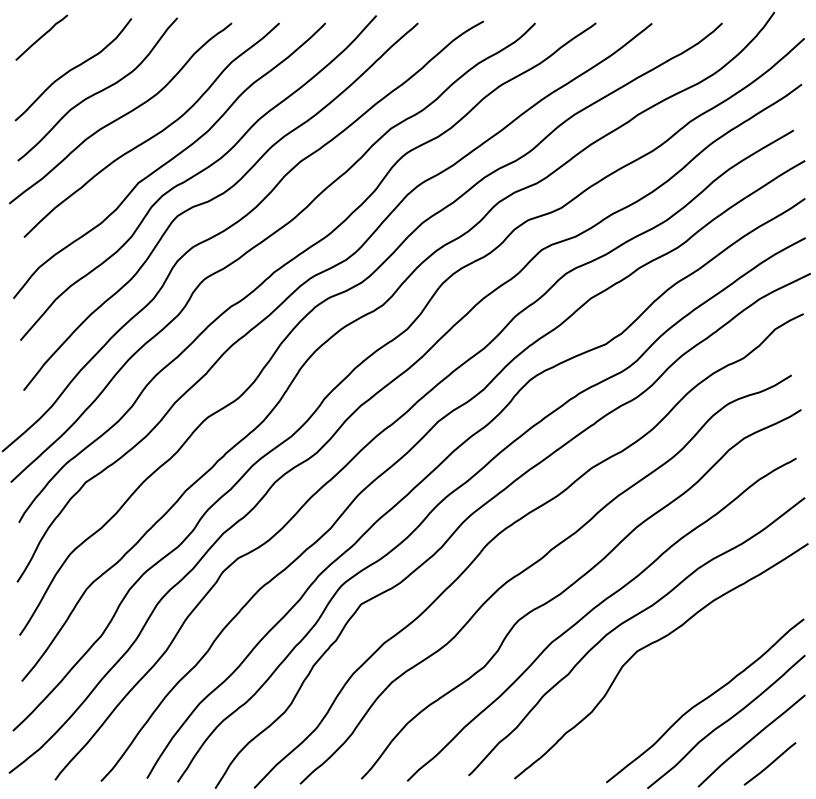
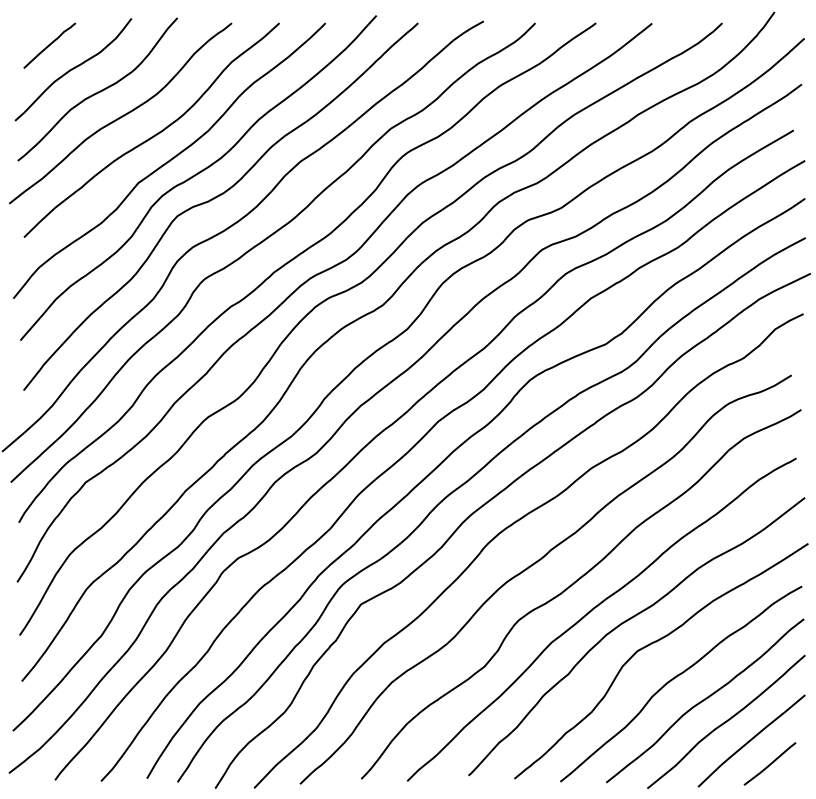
line at (41, 37) position: (41, 37) -> (49, 45)
curve at (678, 676): none -> present
